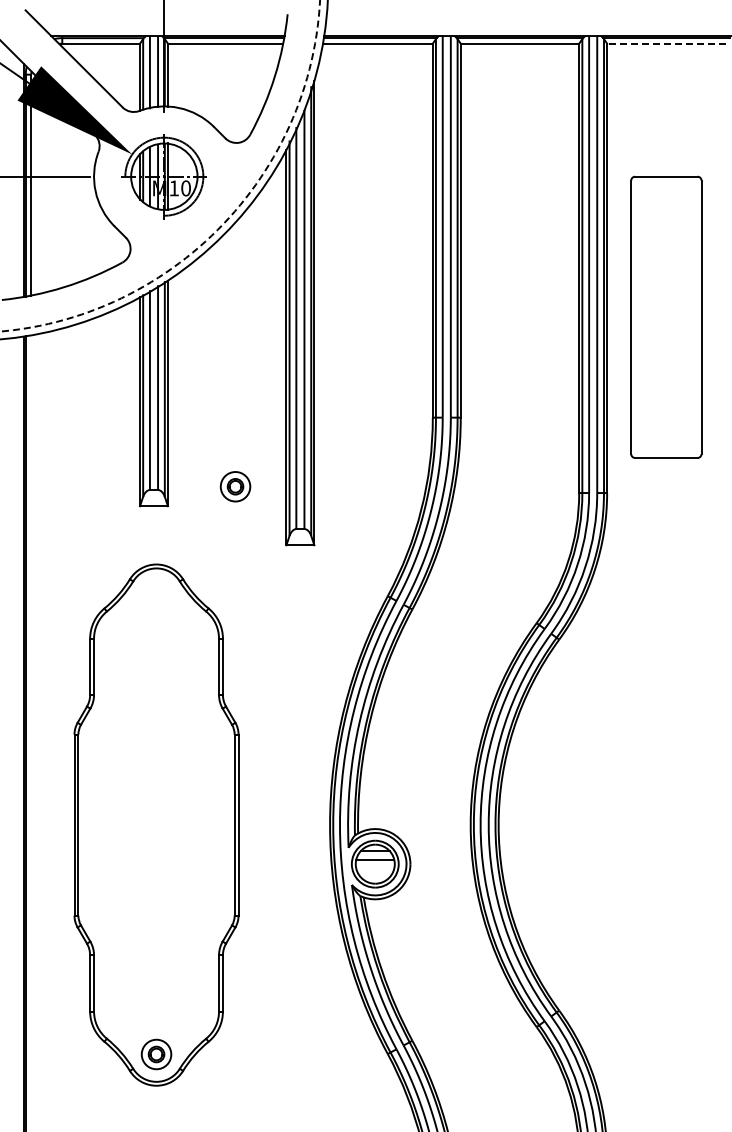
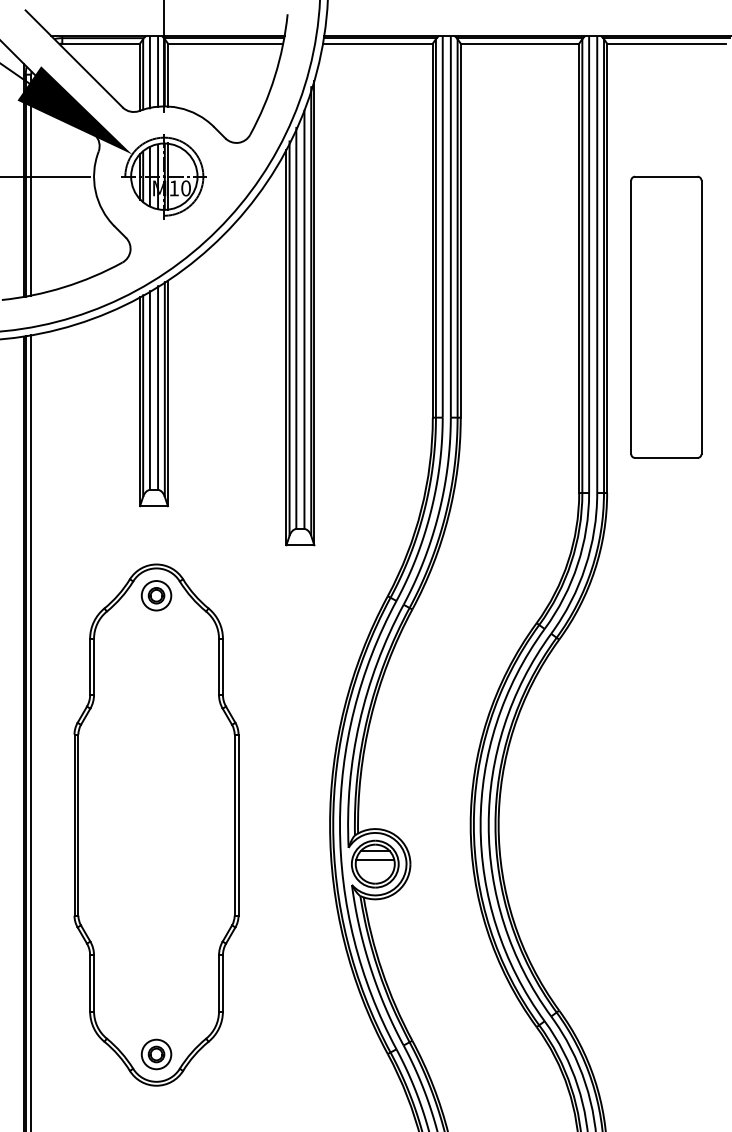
line at (665, 43): dashed -> solid
arc at (221, 225): dashed -> solid
part at (235, 486) position: (235, 486) -> (156, 595)
line at (31, 731): none -> present
